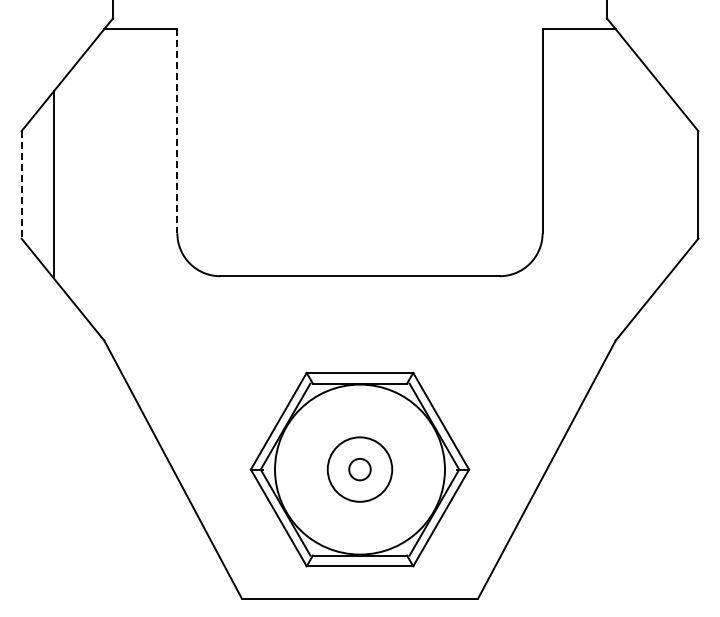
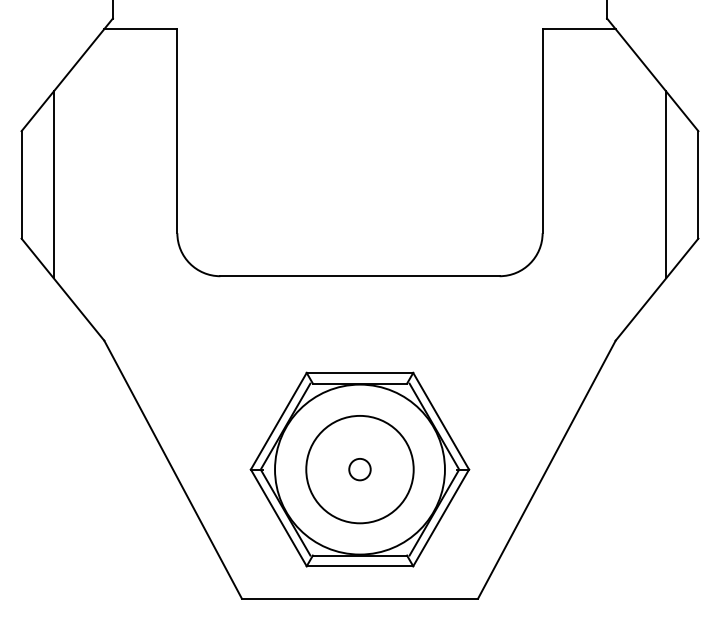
line at (177, 131): dashed -> solid
line at (21, 184): dashed -> solid
line at (666, 184): none -> present
circle at (359, 469) diameter: 64 px -> 107 px
